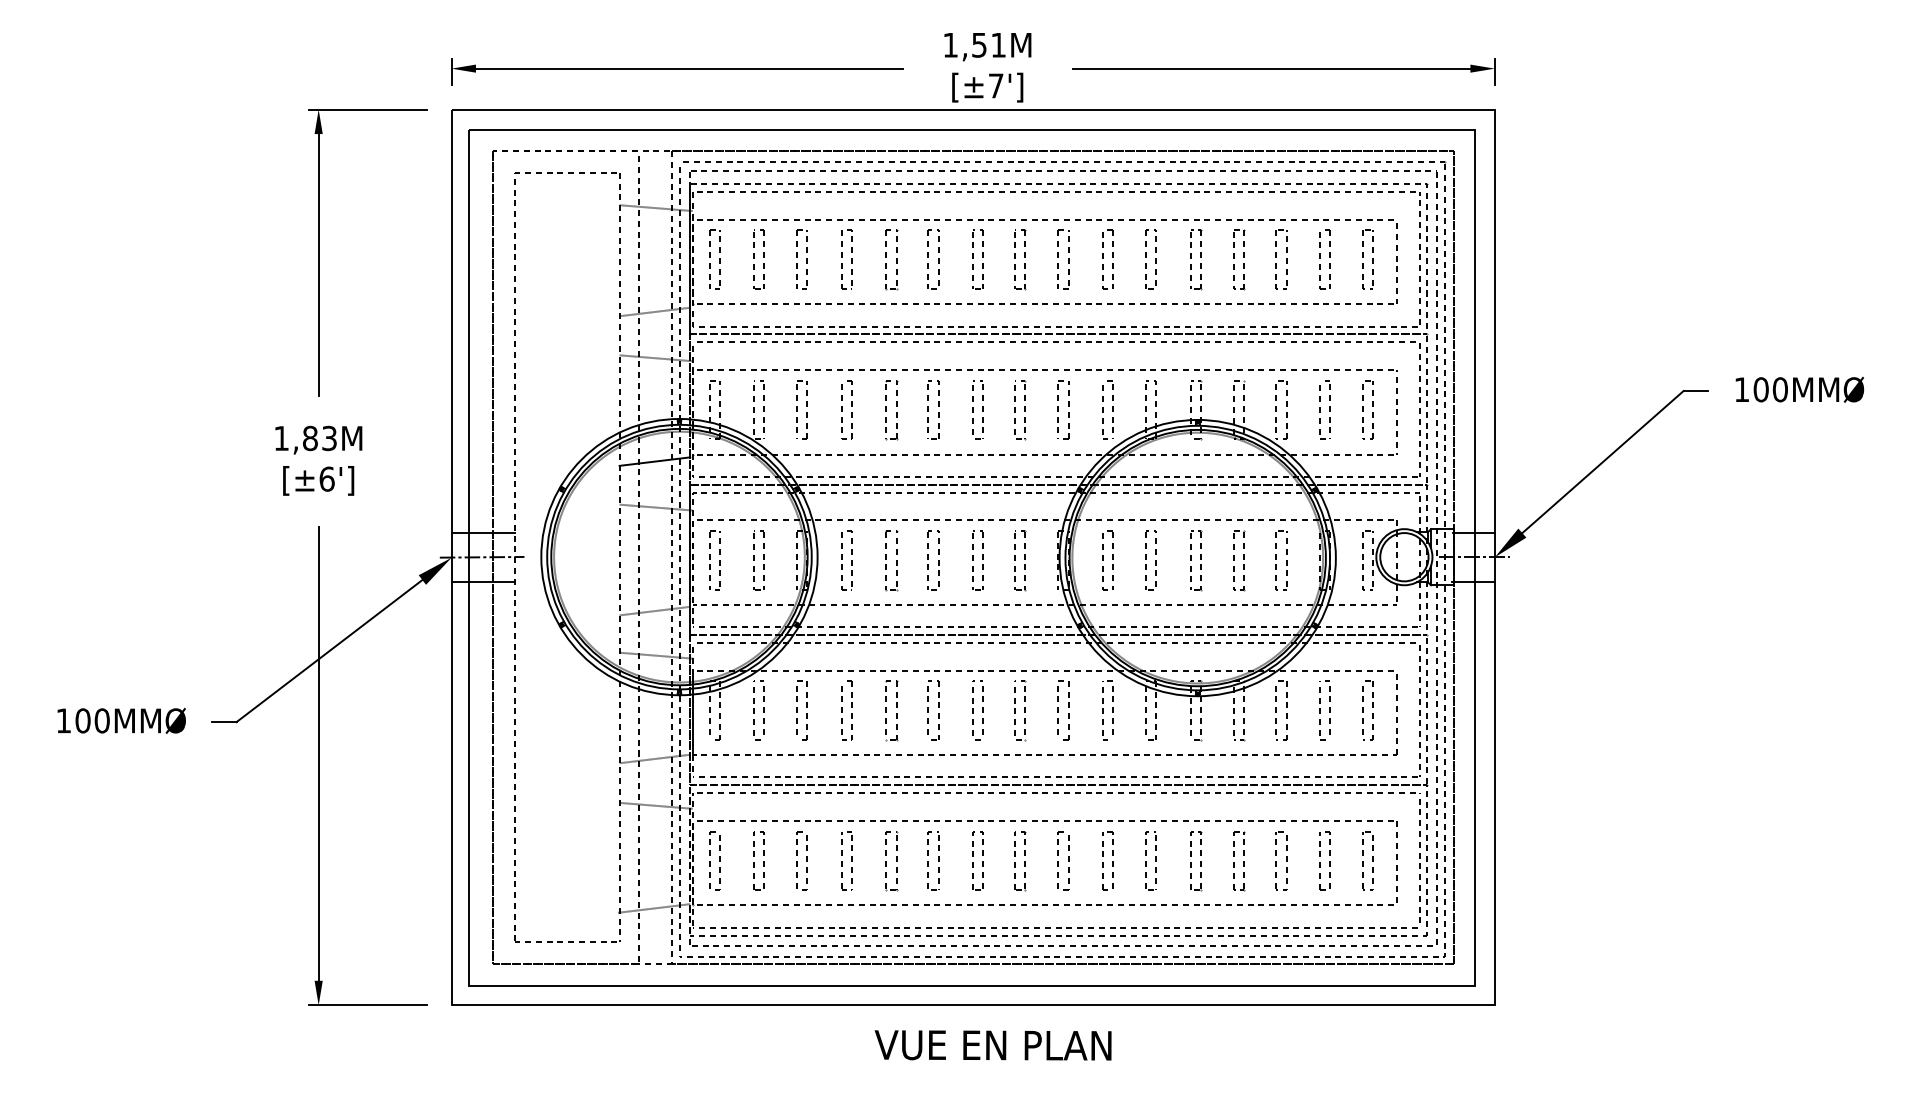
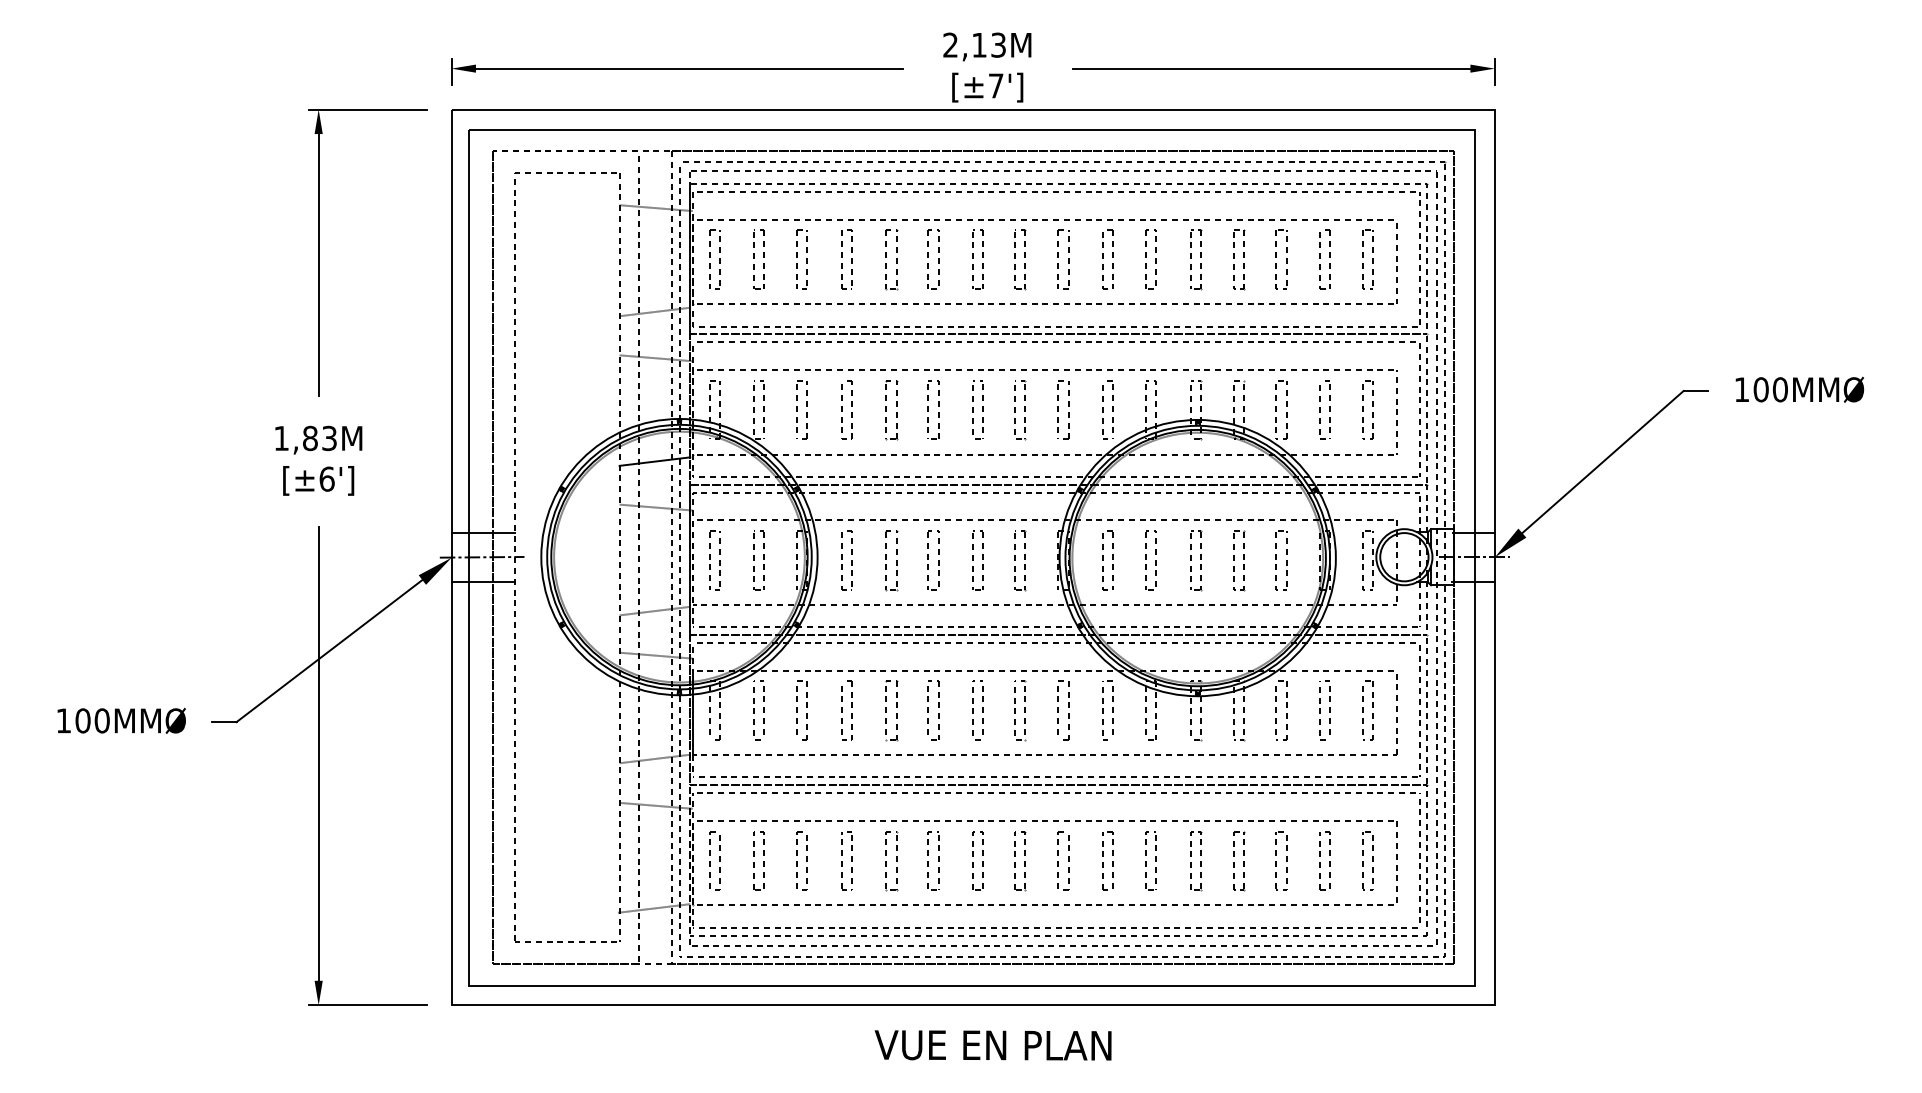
text at (974, 44): 1,51M -> 2,13M
